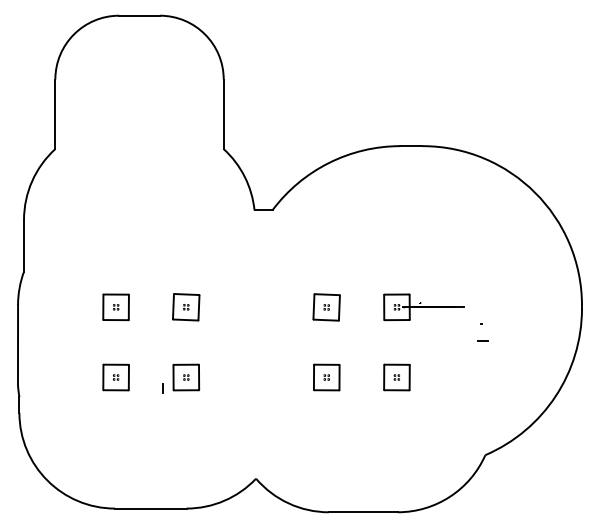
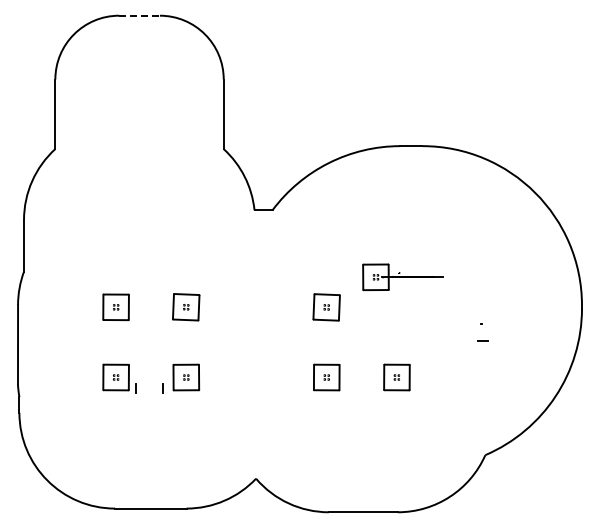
line at (140, 15): solid -> dashed
part at (423, 307) position: (423, 307) -> (402, 277)
line at (135, 388): none -> present
